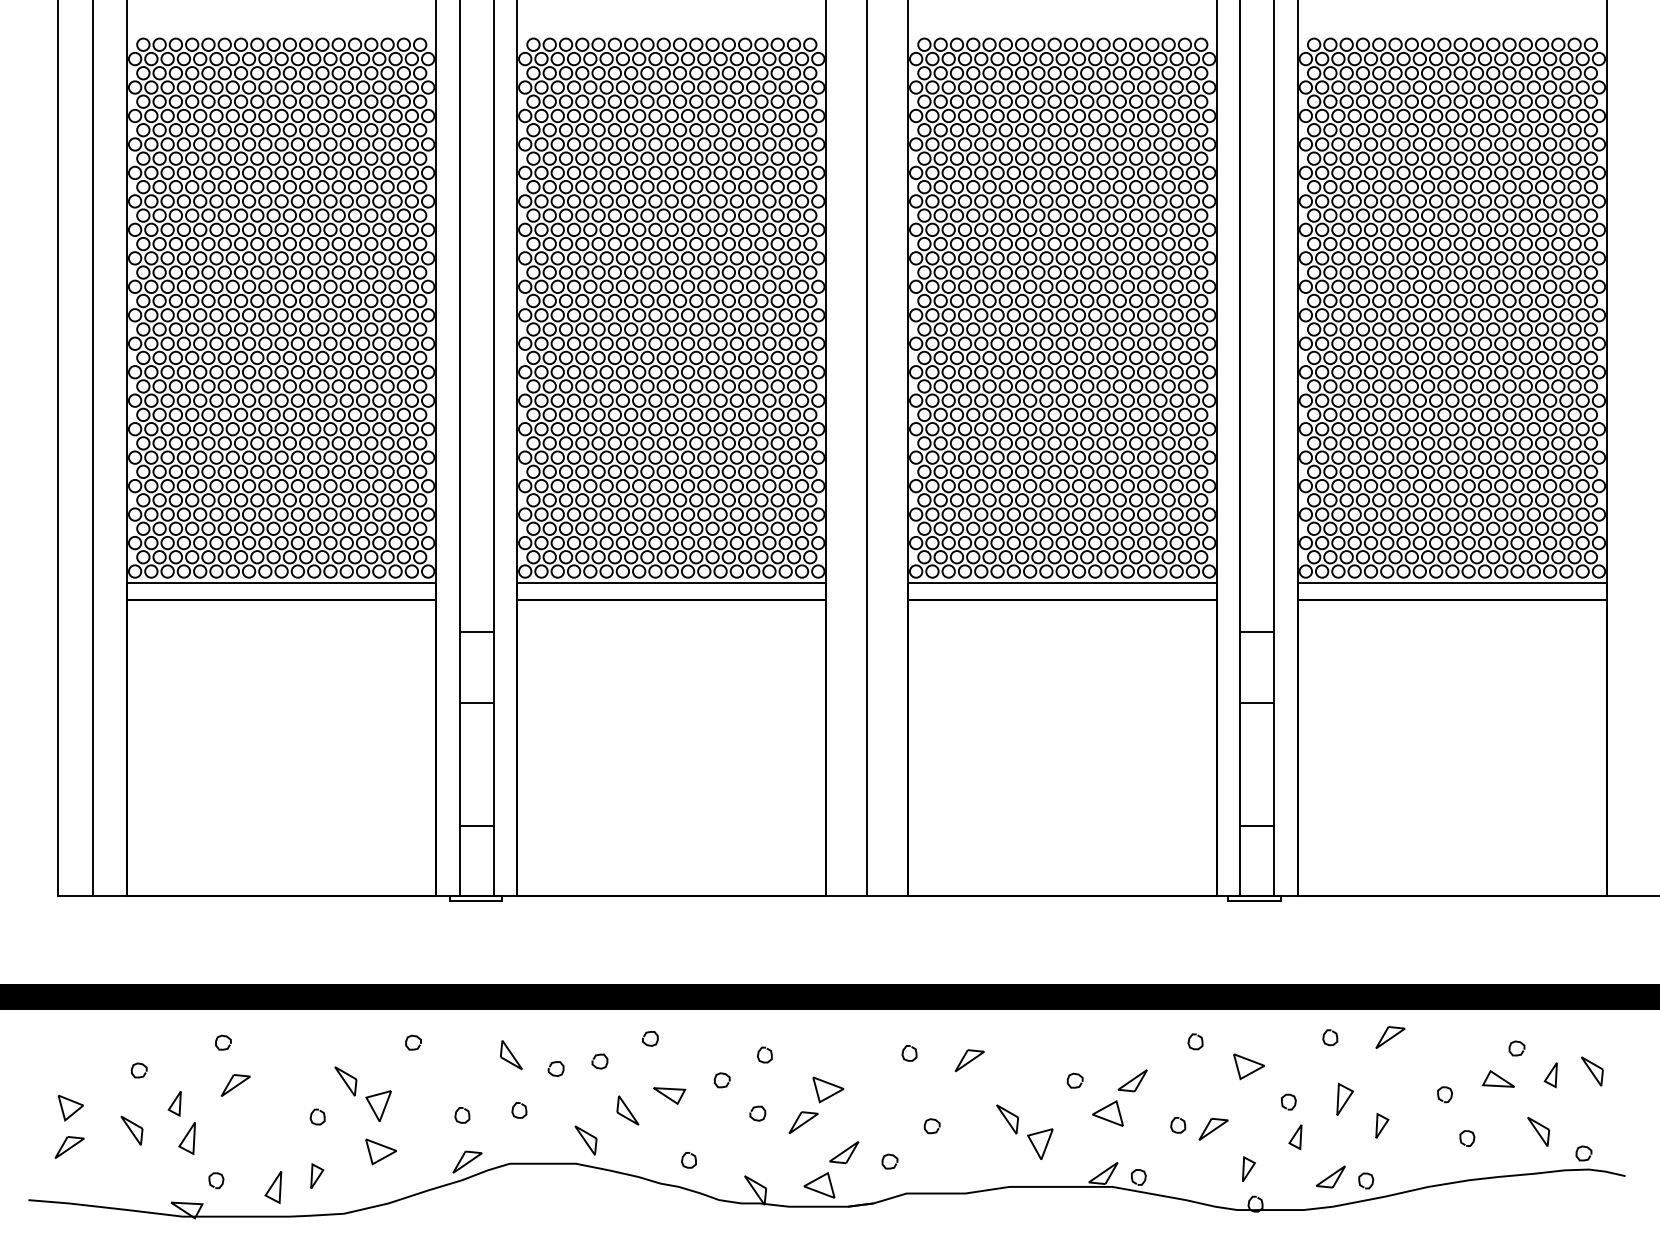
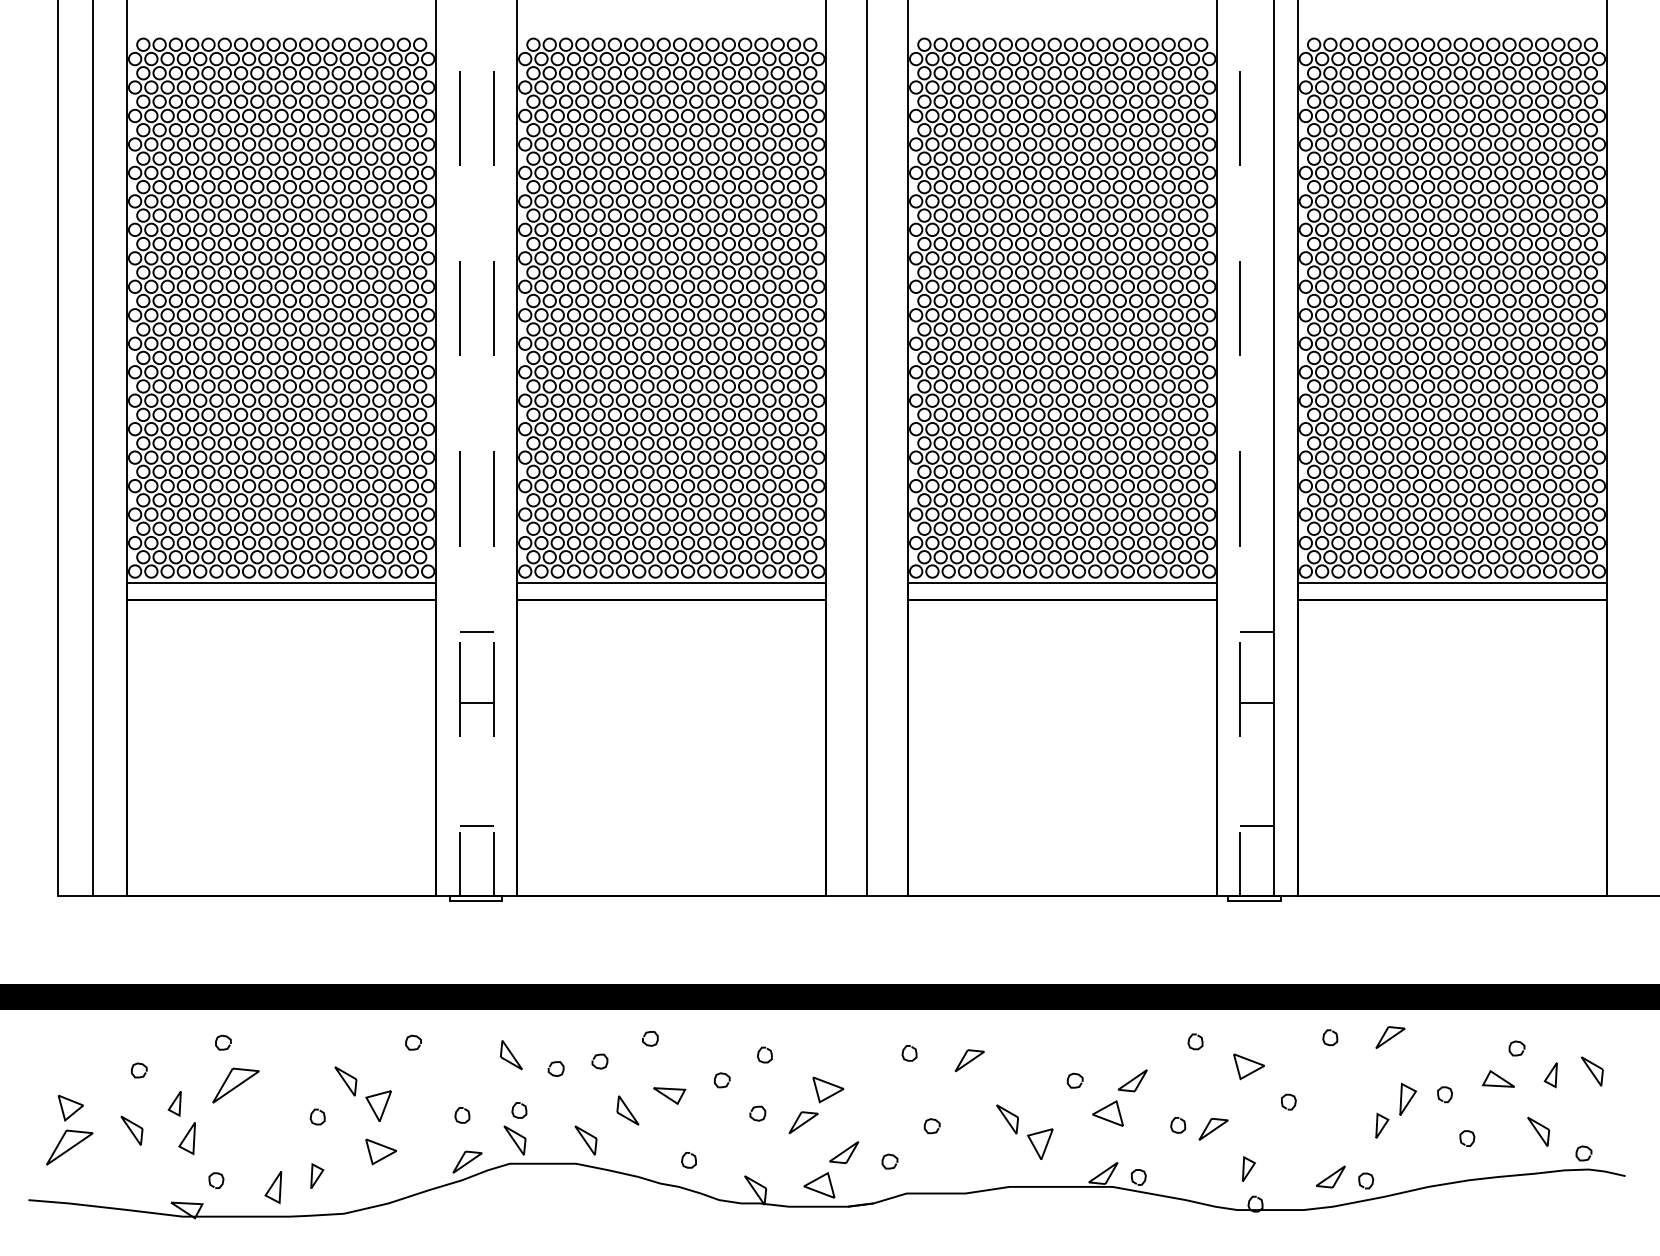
line at (460, 448): solid -> dashed
line at (493, 448): solid -> dashed
line at (1239, 448): solid -> dashed
part at (235, 1085) size: 31x23 px -> 48x37 px
part at (1345, 1098) position: (1345, 1098) -> (1408, 1098)
part at (1295, 1137): present -> none
part at (514, 1140): none -> present
part at (69, 1147) size: 31x23 px -> 48x37 px
